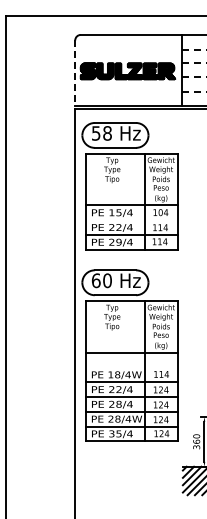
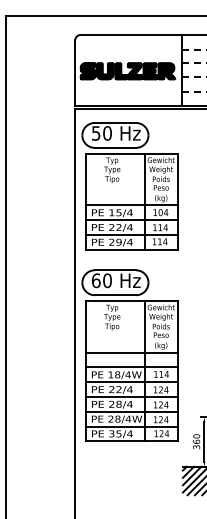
line at (75, 73): dashed -> solid
text at (107, 133): 58 -> 50
line at (131, 220): none -> present
line at (131, 367): none -> present
